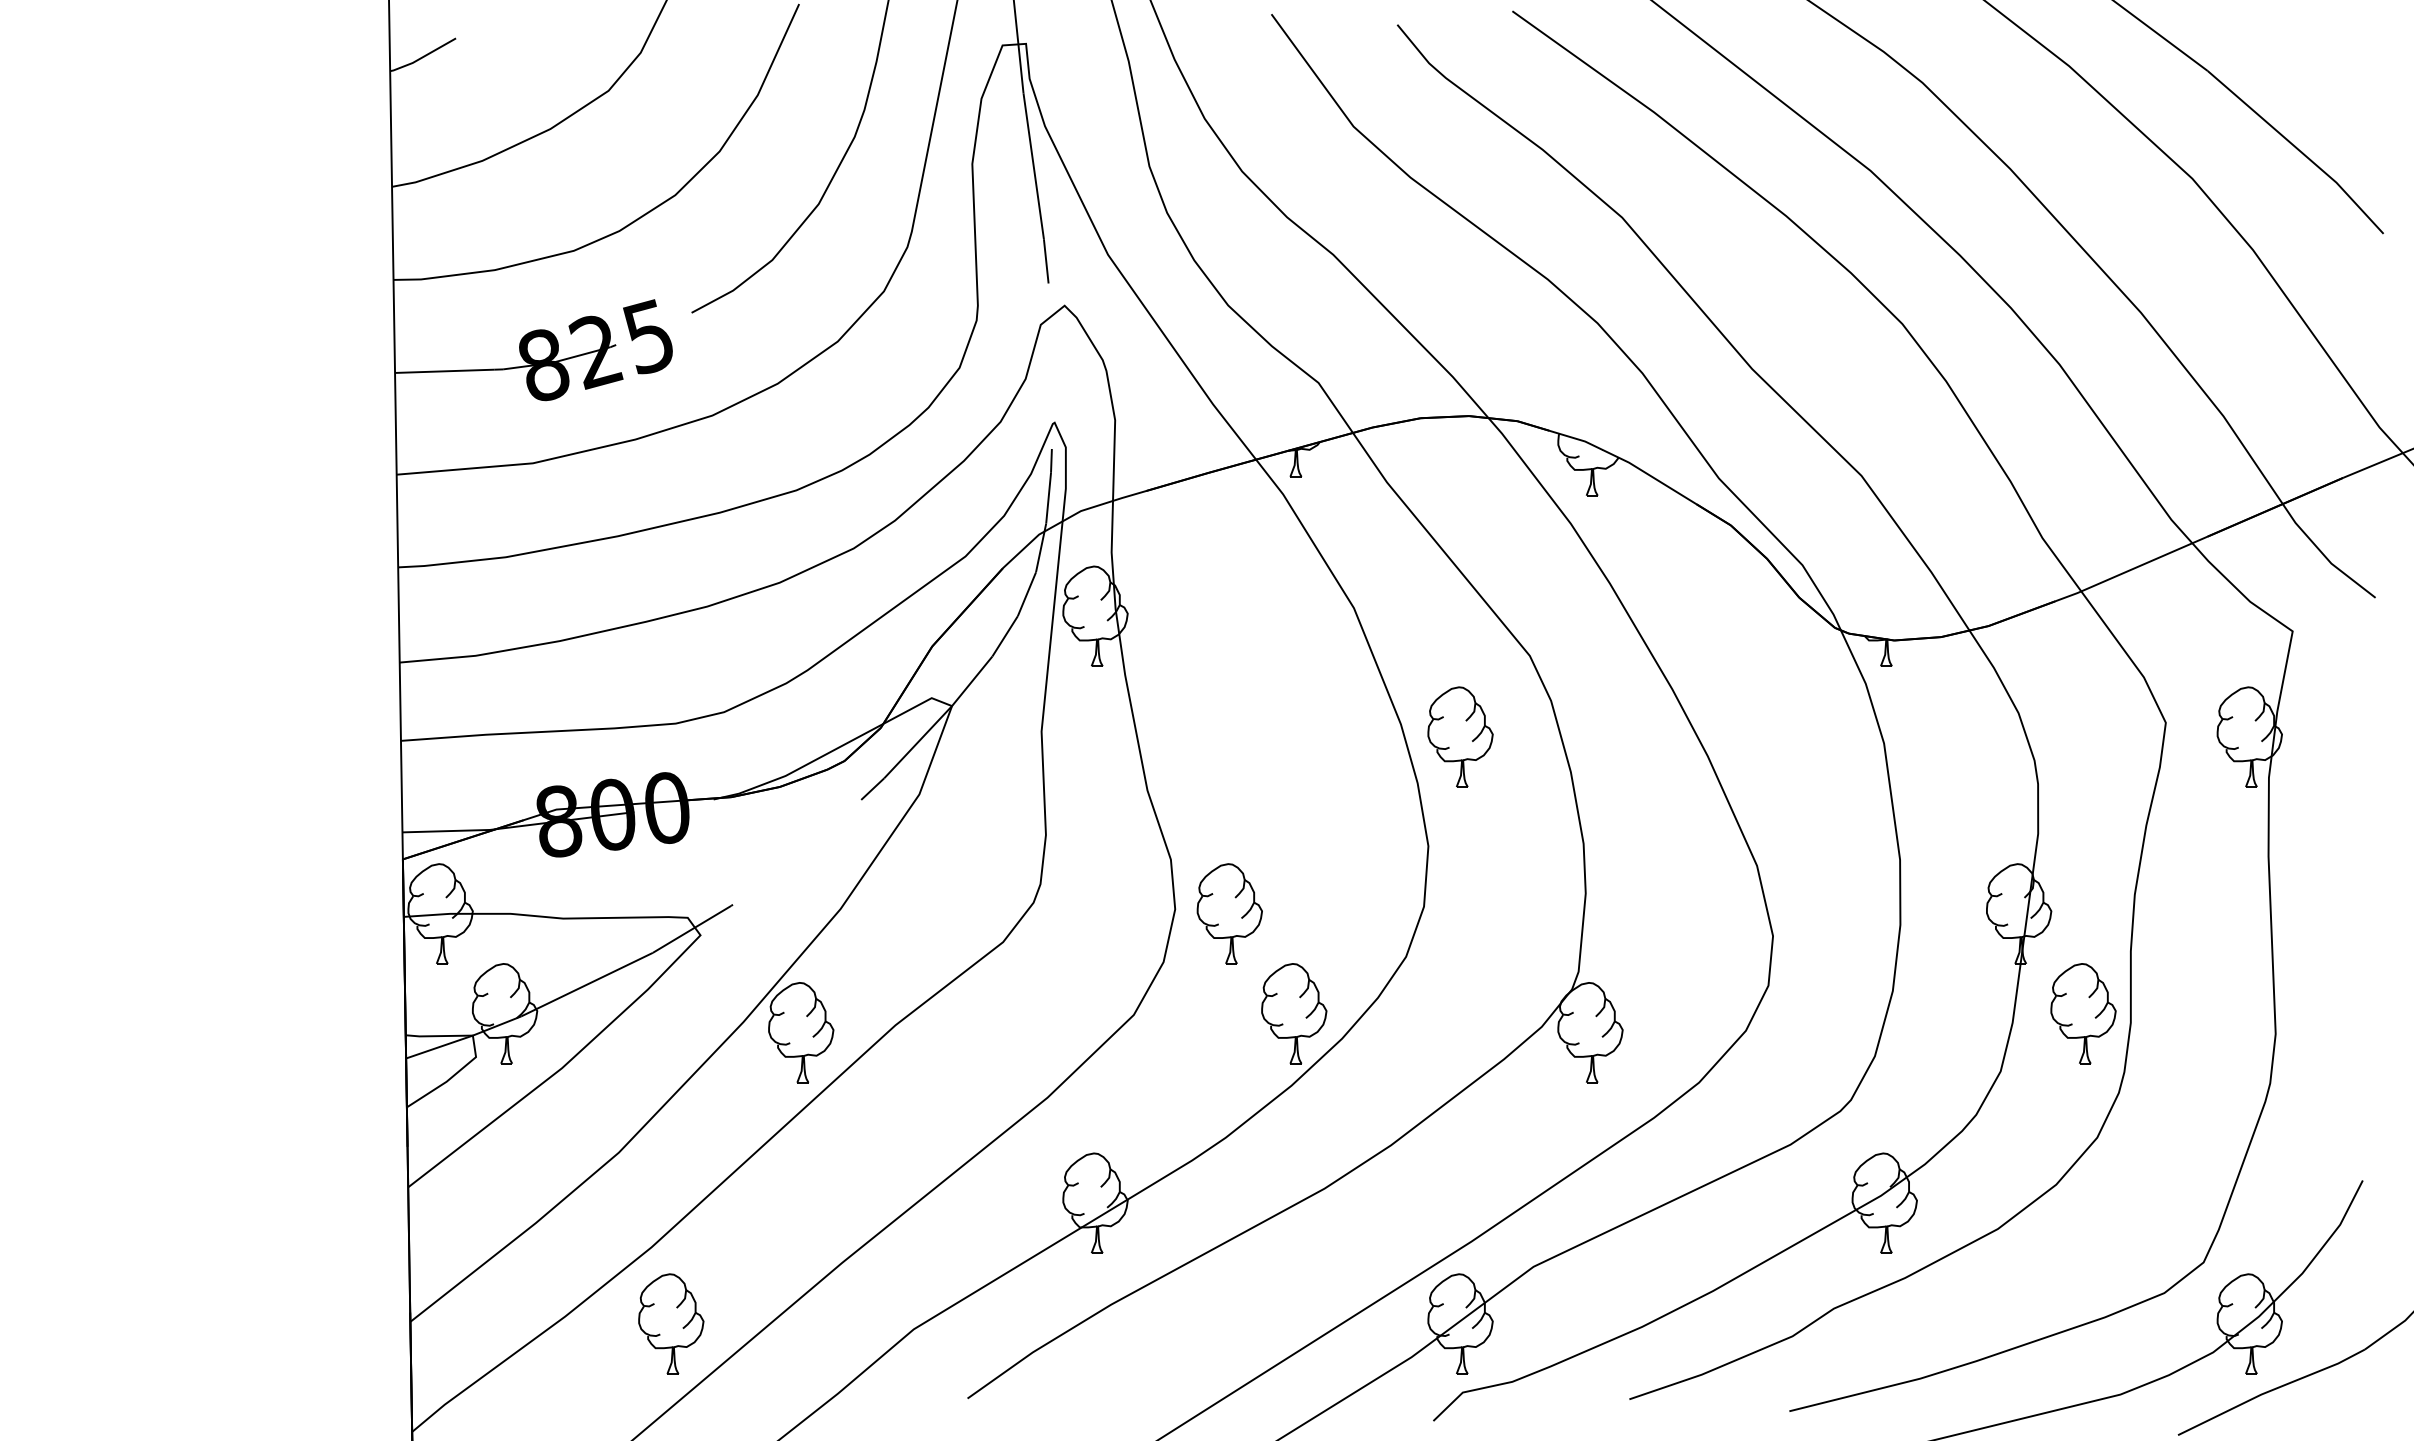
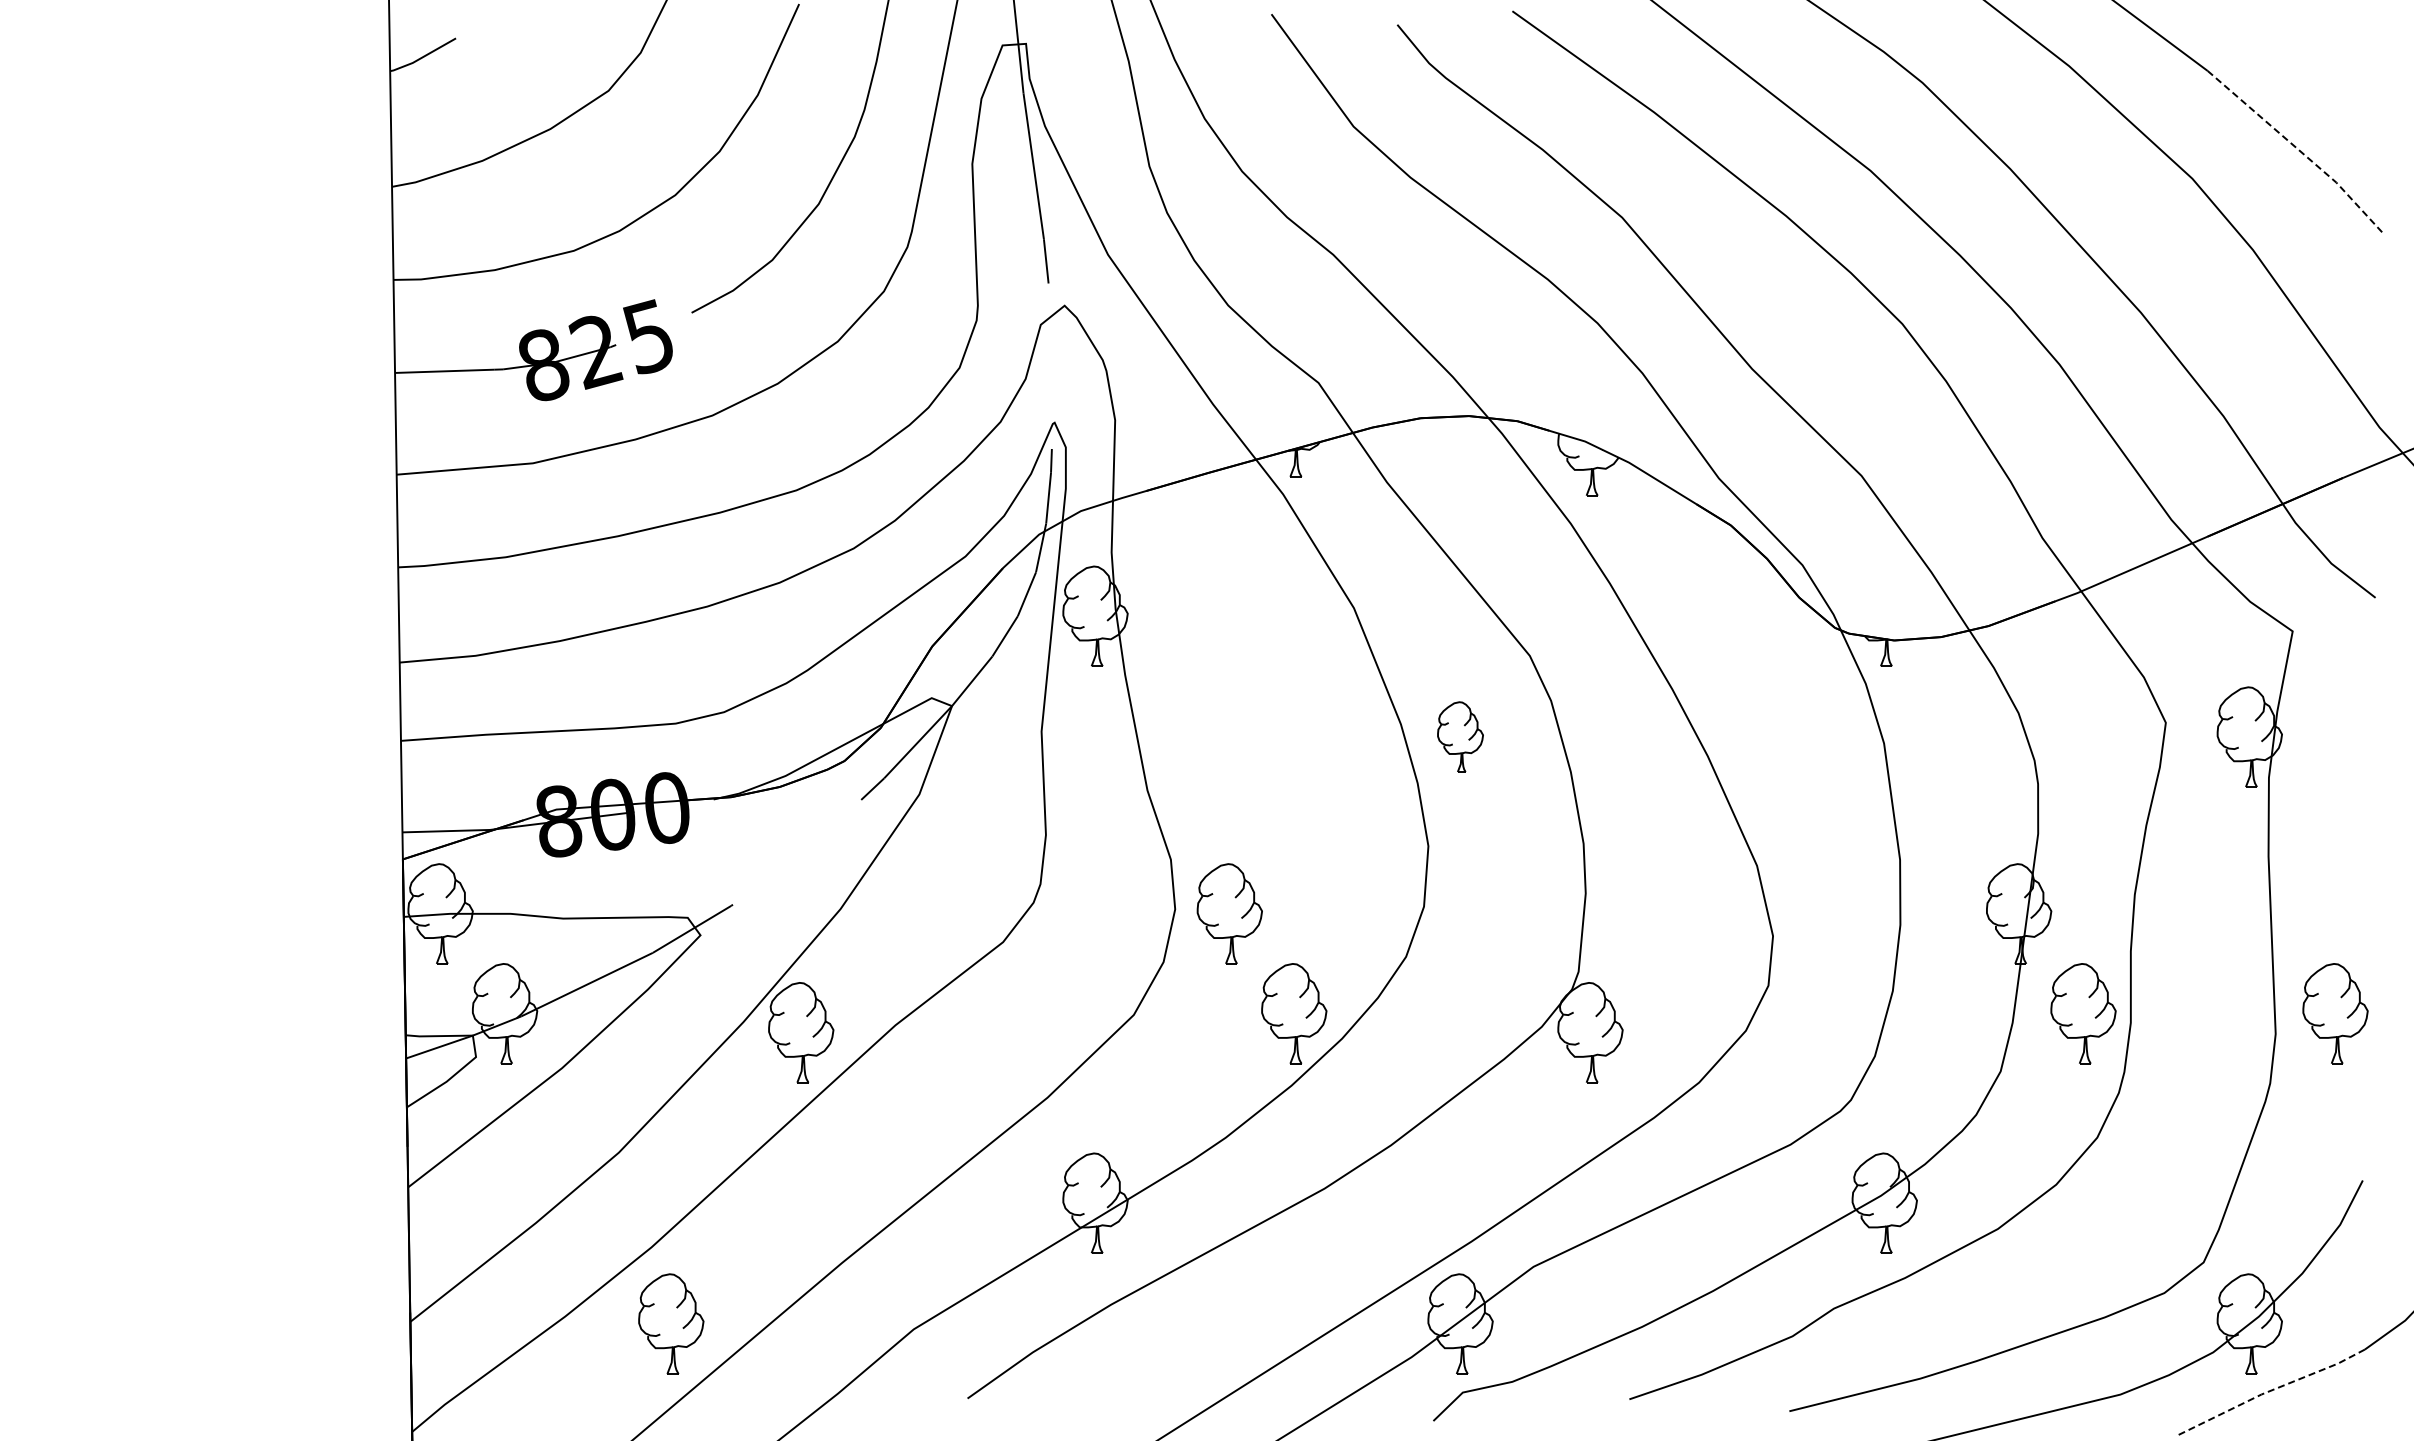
line at (2298, 150): solid -> dashed
part at (1460, 736) size: 67x102 px -> 47x72 px
part at (2335, 1013): none -> present
line at (2270, 1390): solid -> dashed
